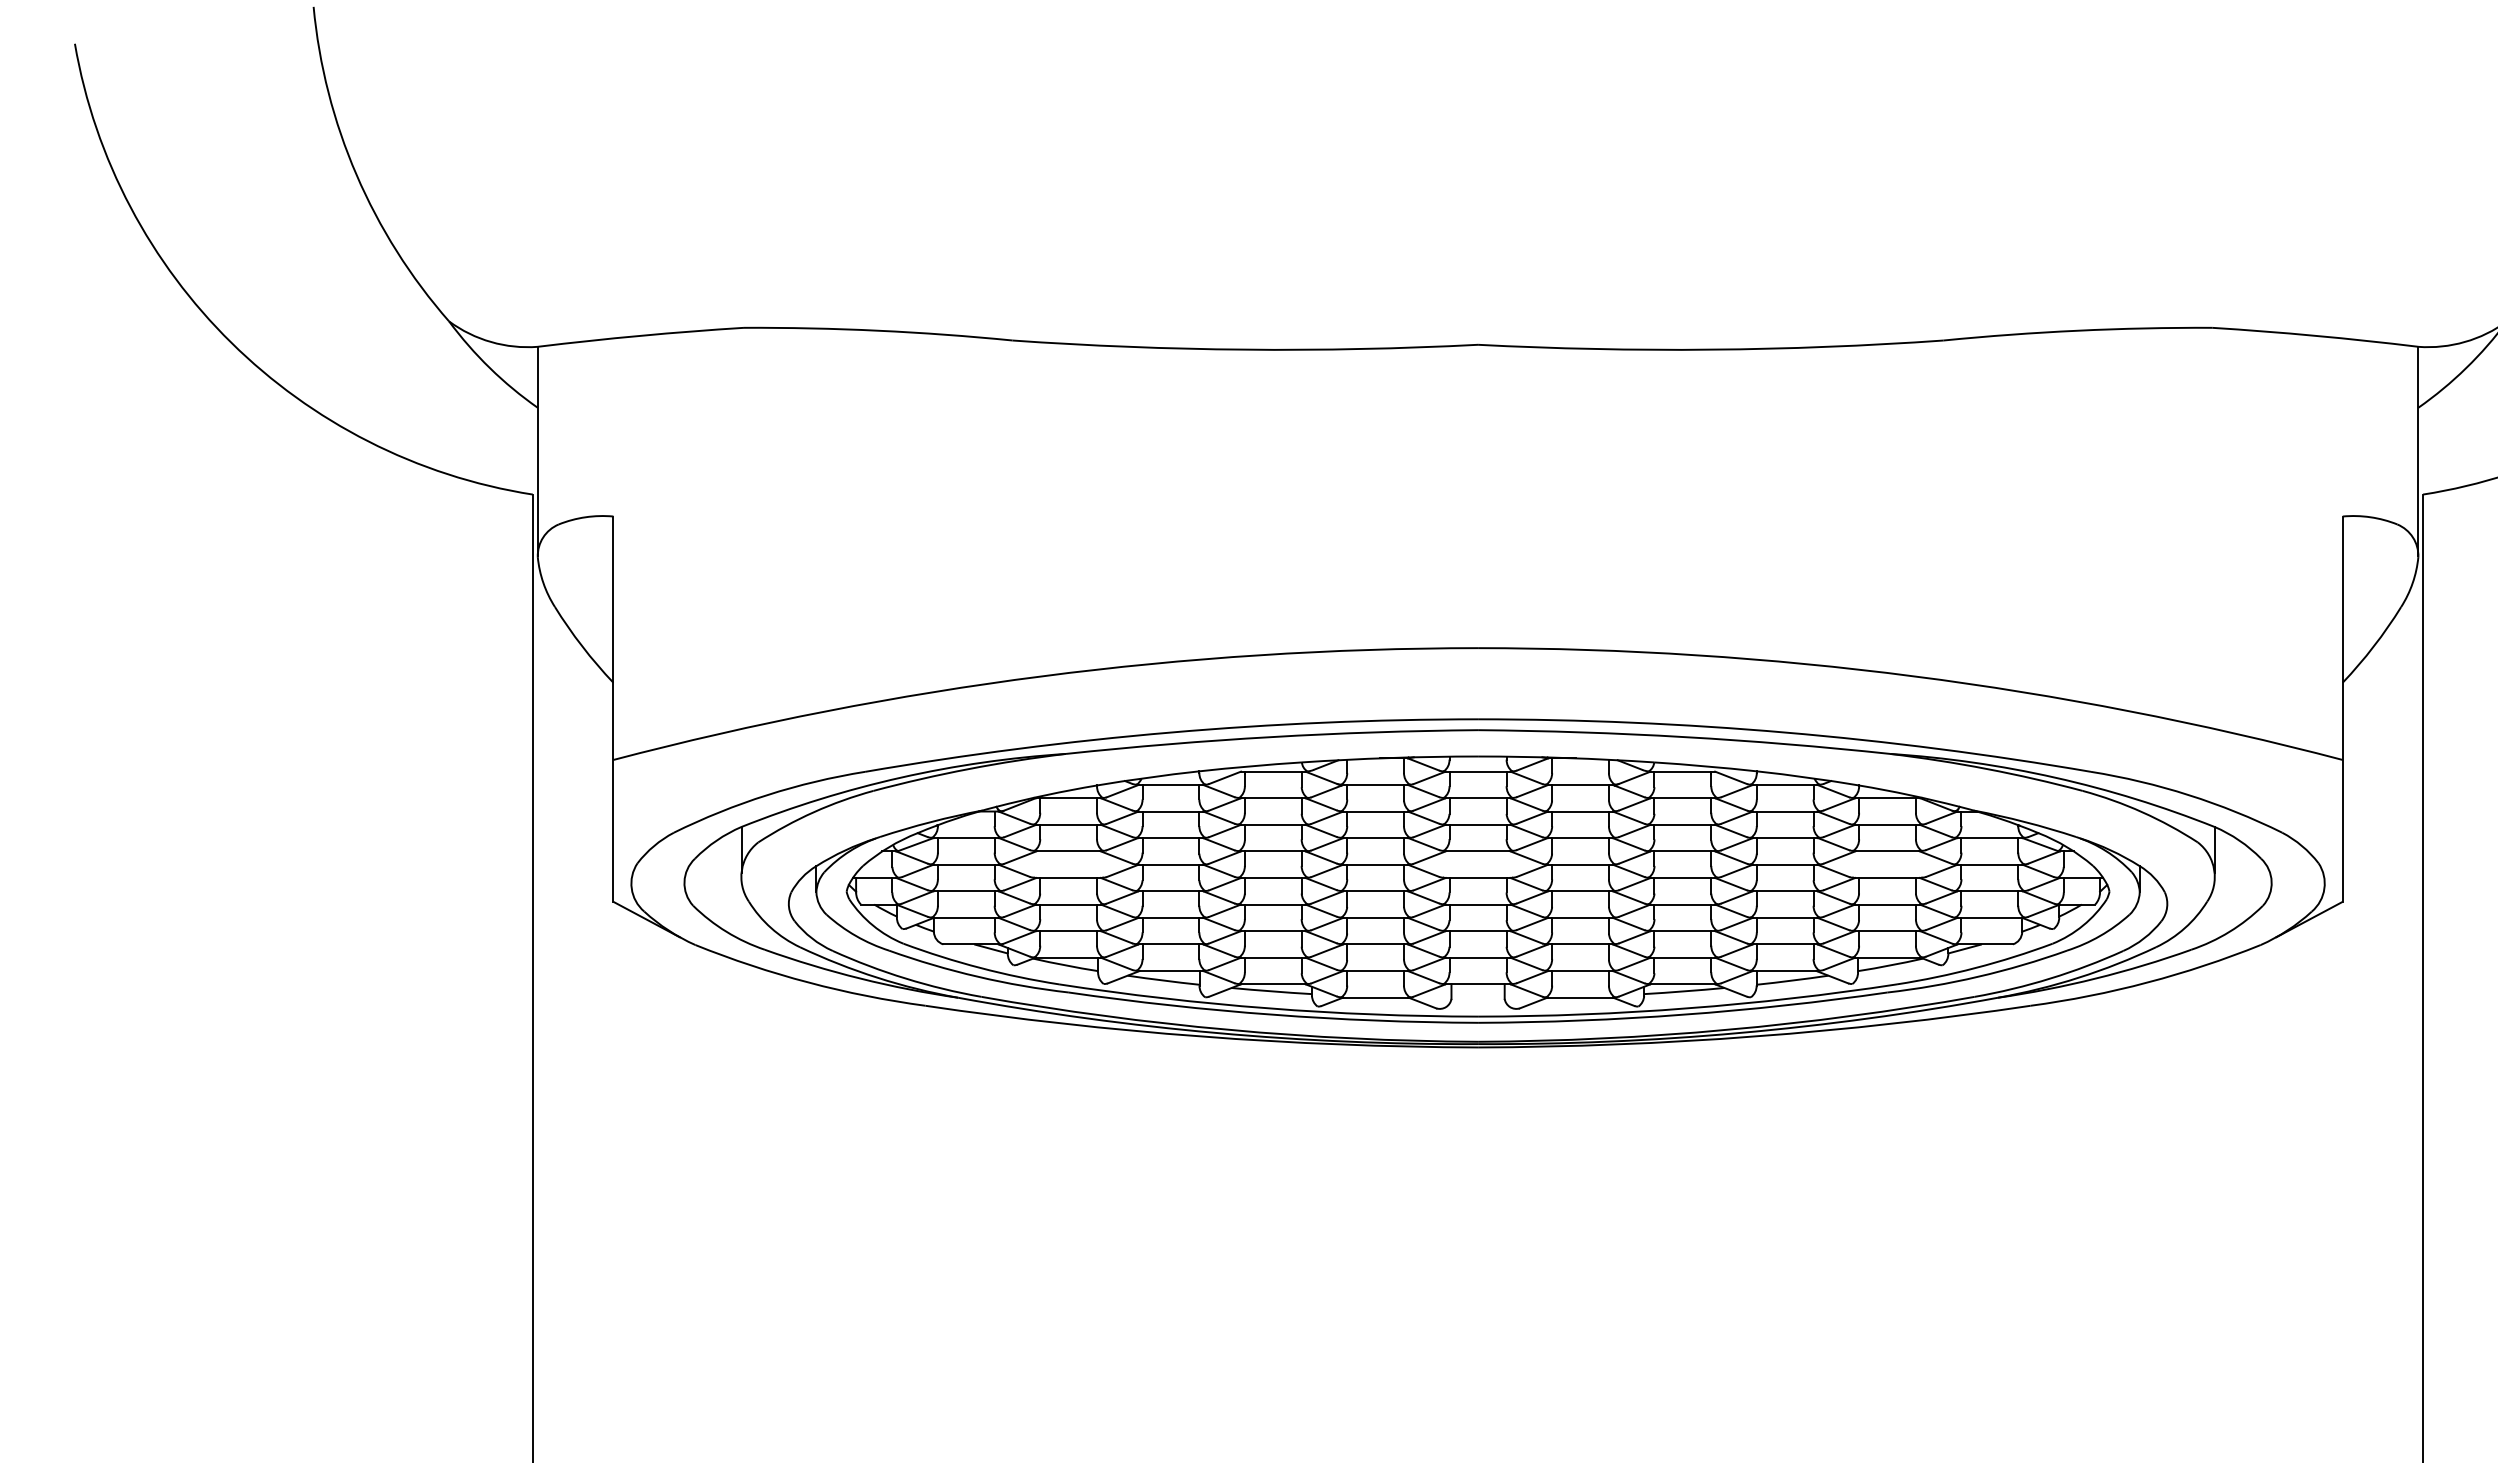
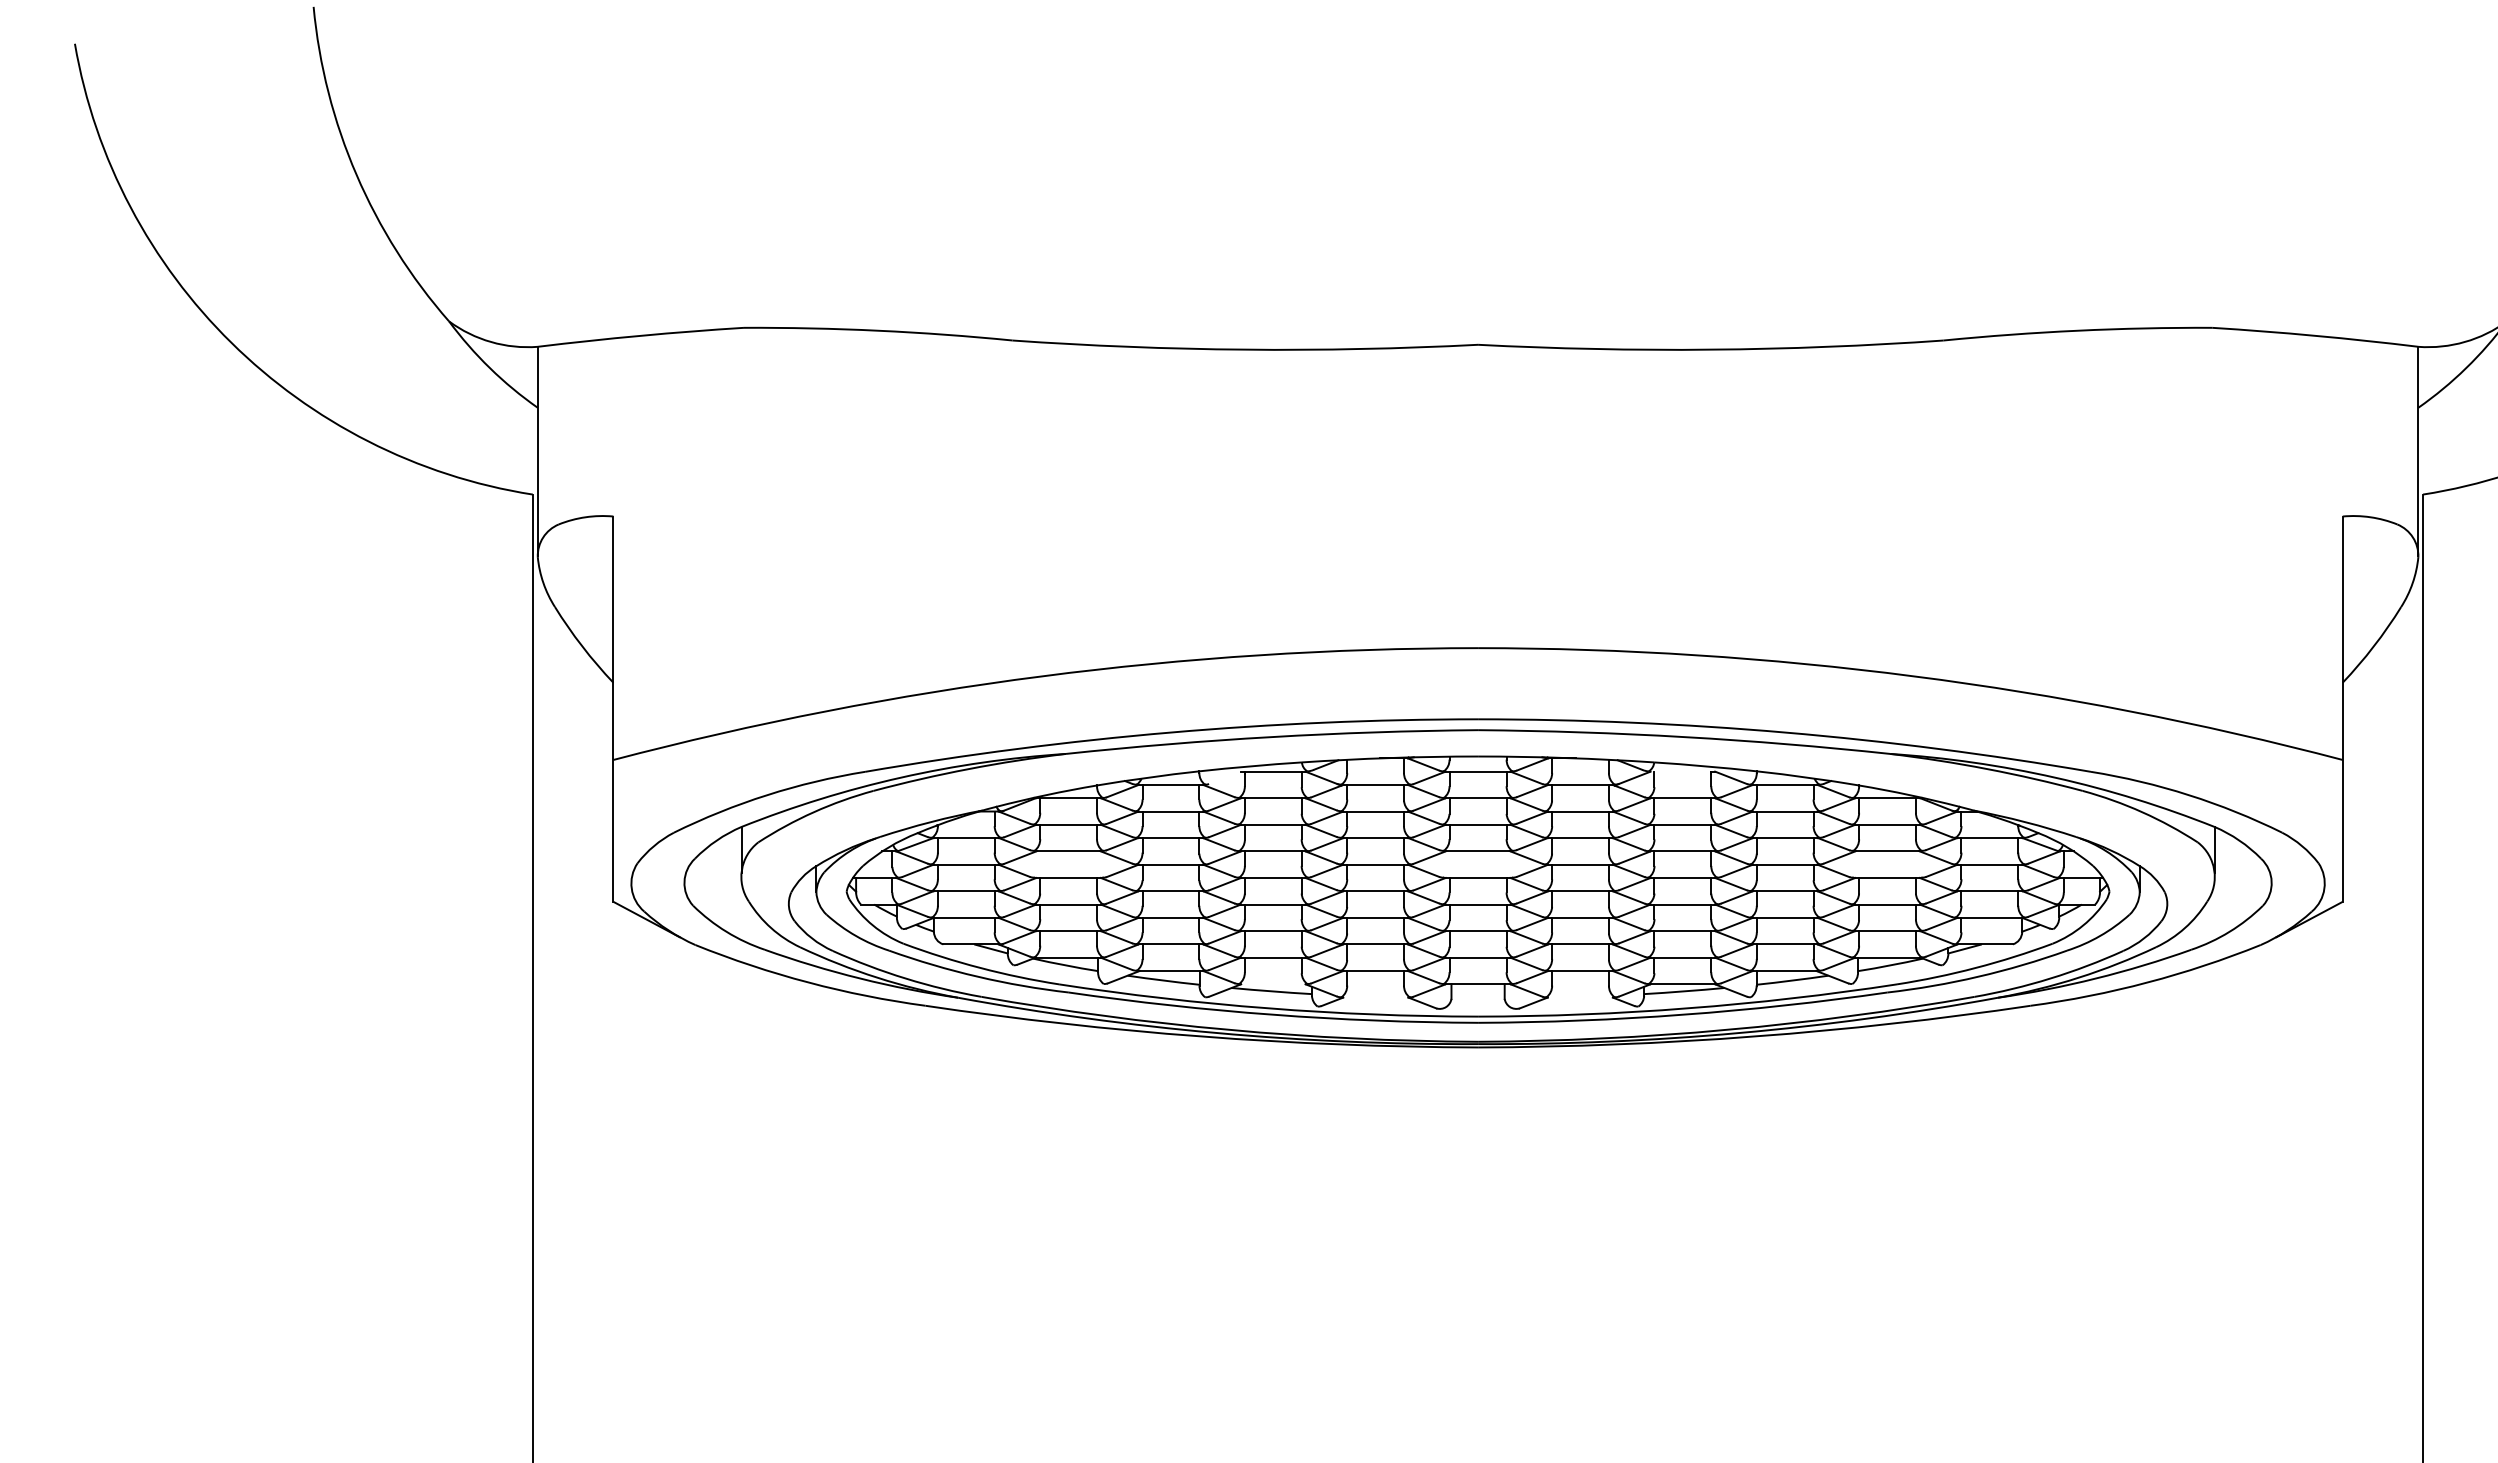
line at (1680, 771): present -> none
line at (1225, 777): present -> none
line at (1273, 984): present -> none
line at (1375, 997): present -> none
line at (1580, 997): present -> none
